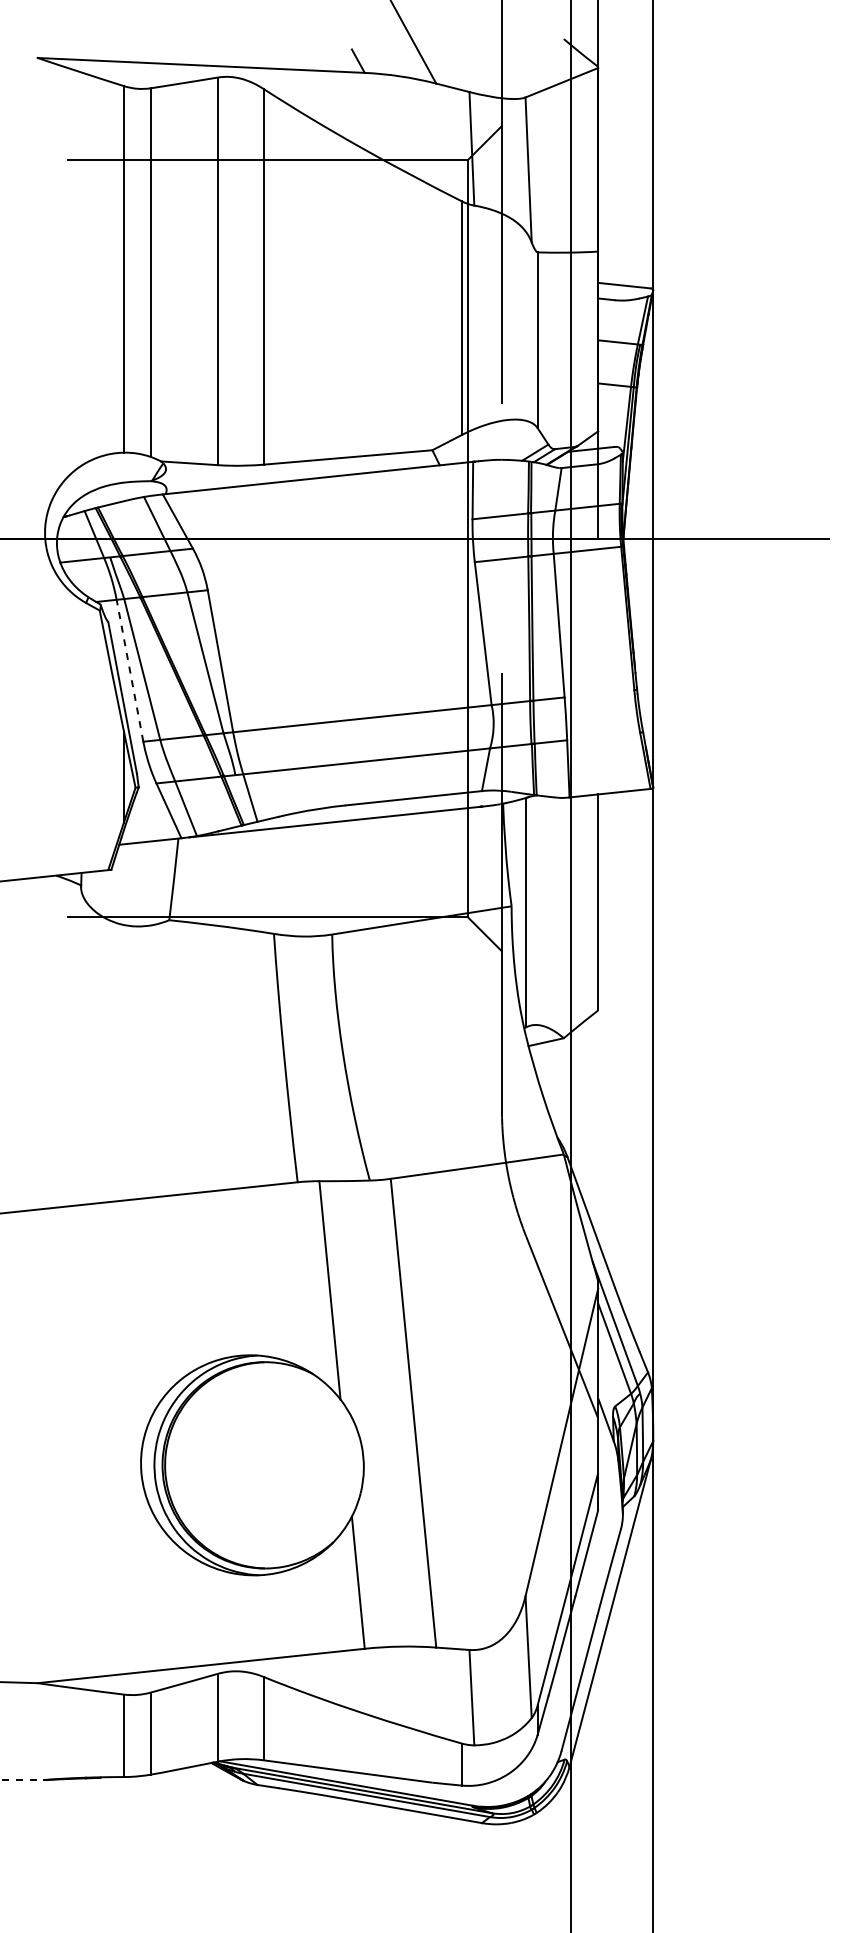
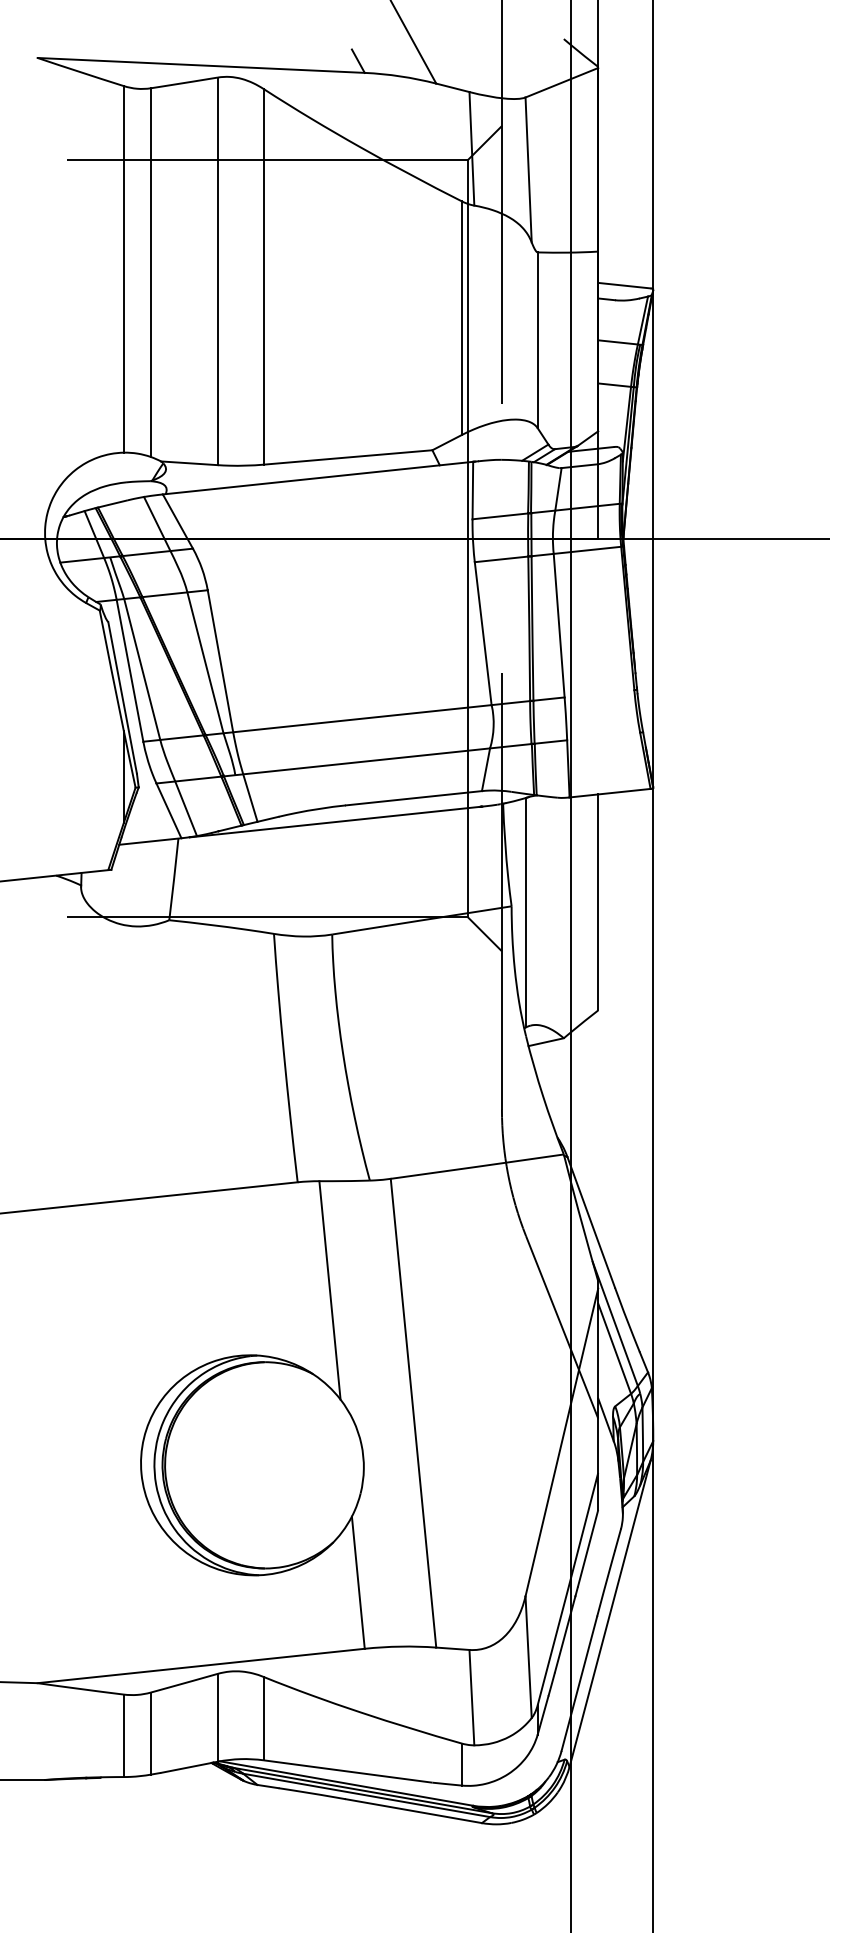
line at (129, 670): dashed -> solid
line at (23, 1780): dashed -> solid
